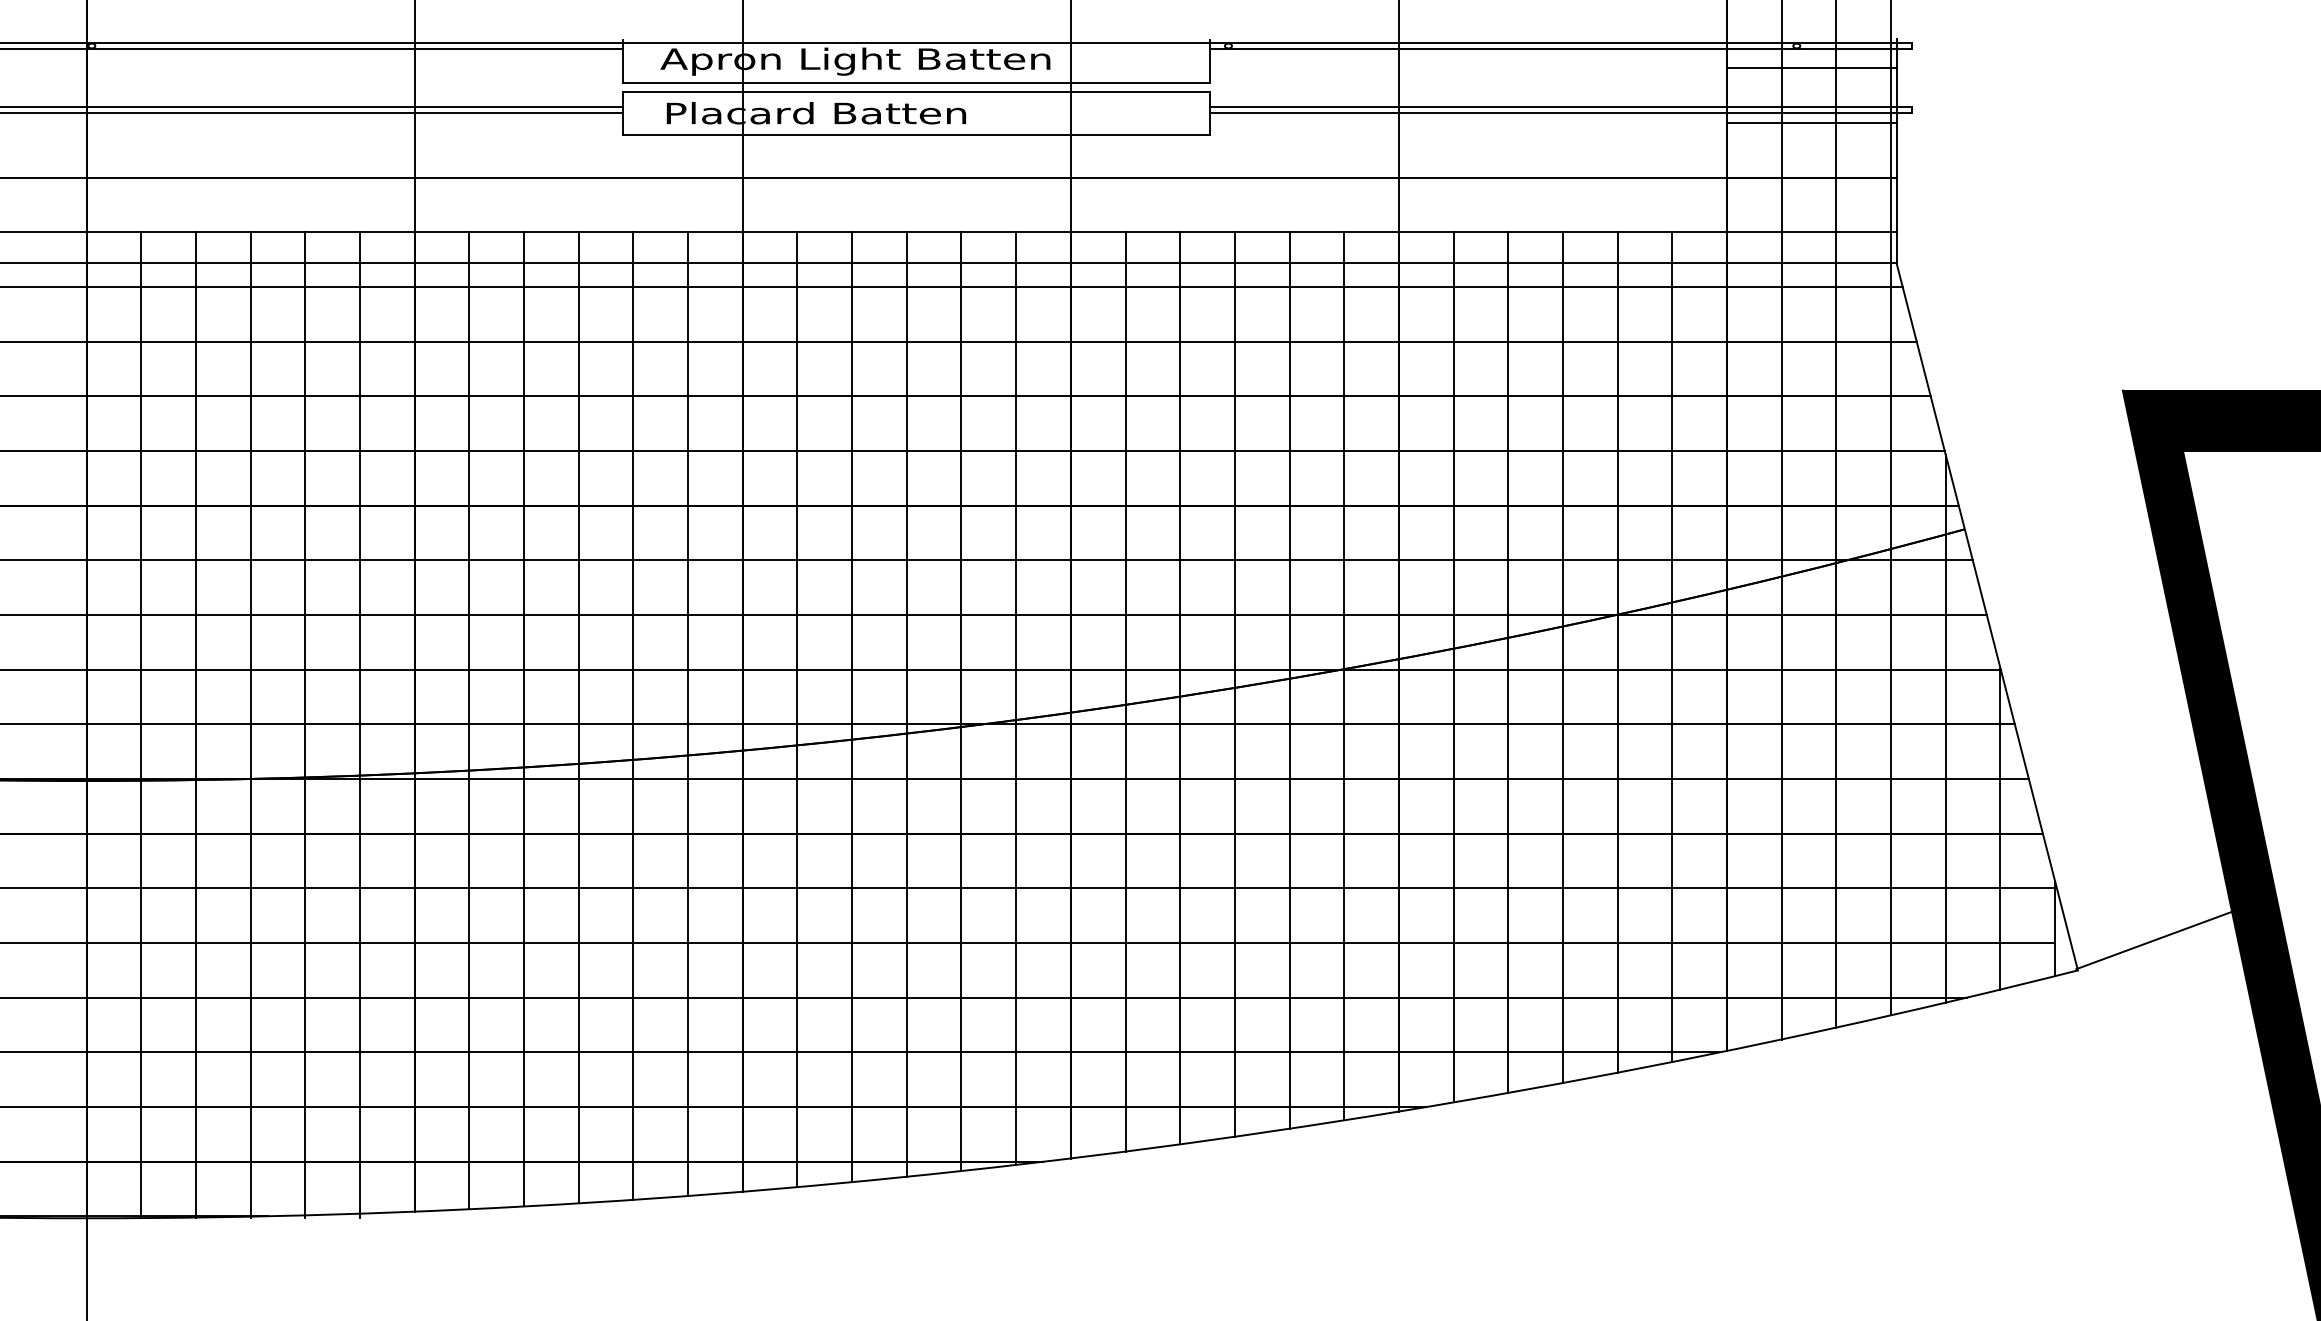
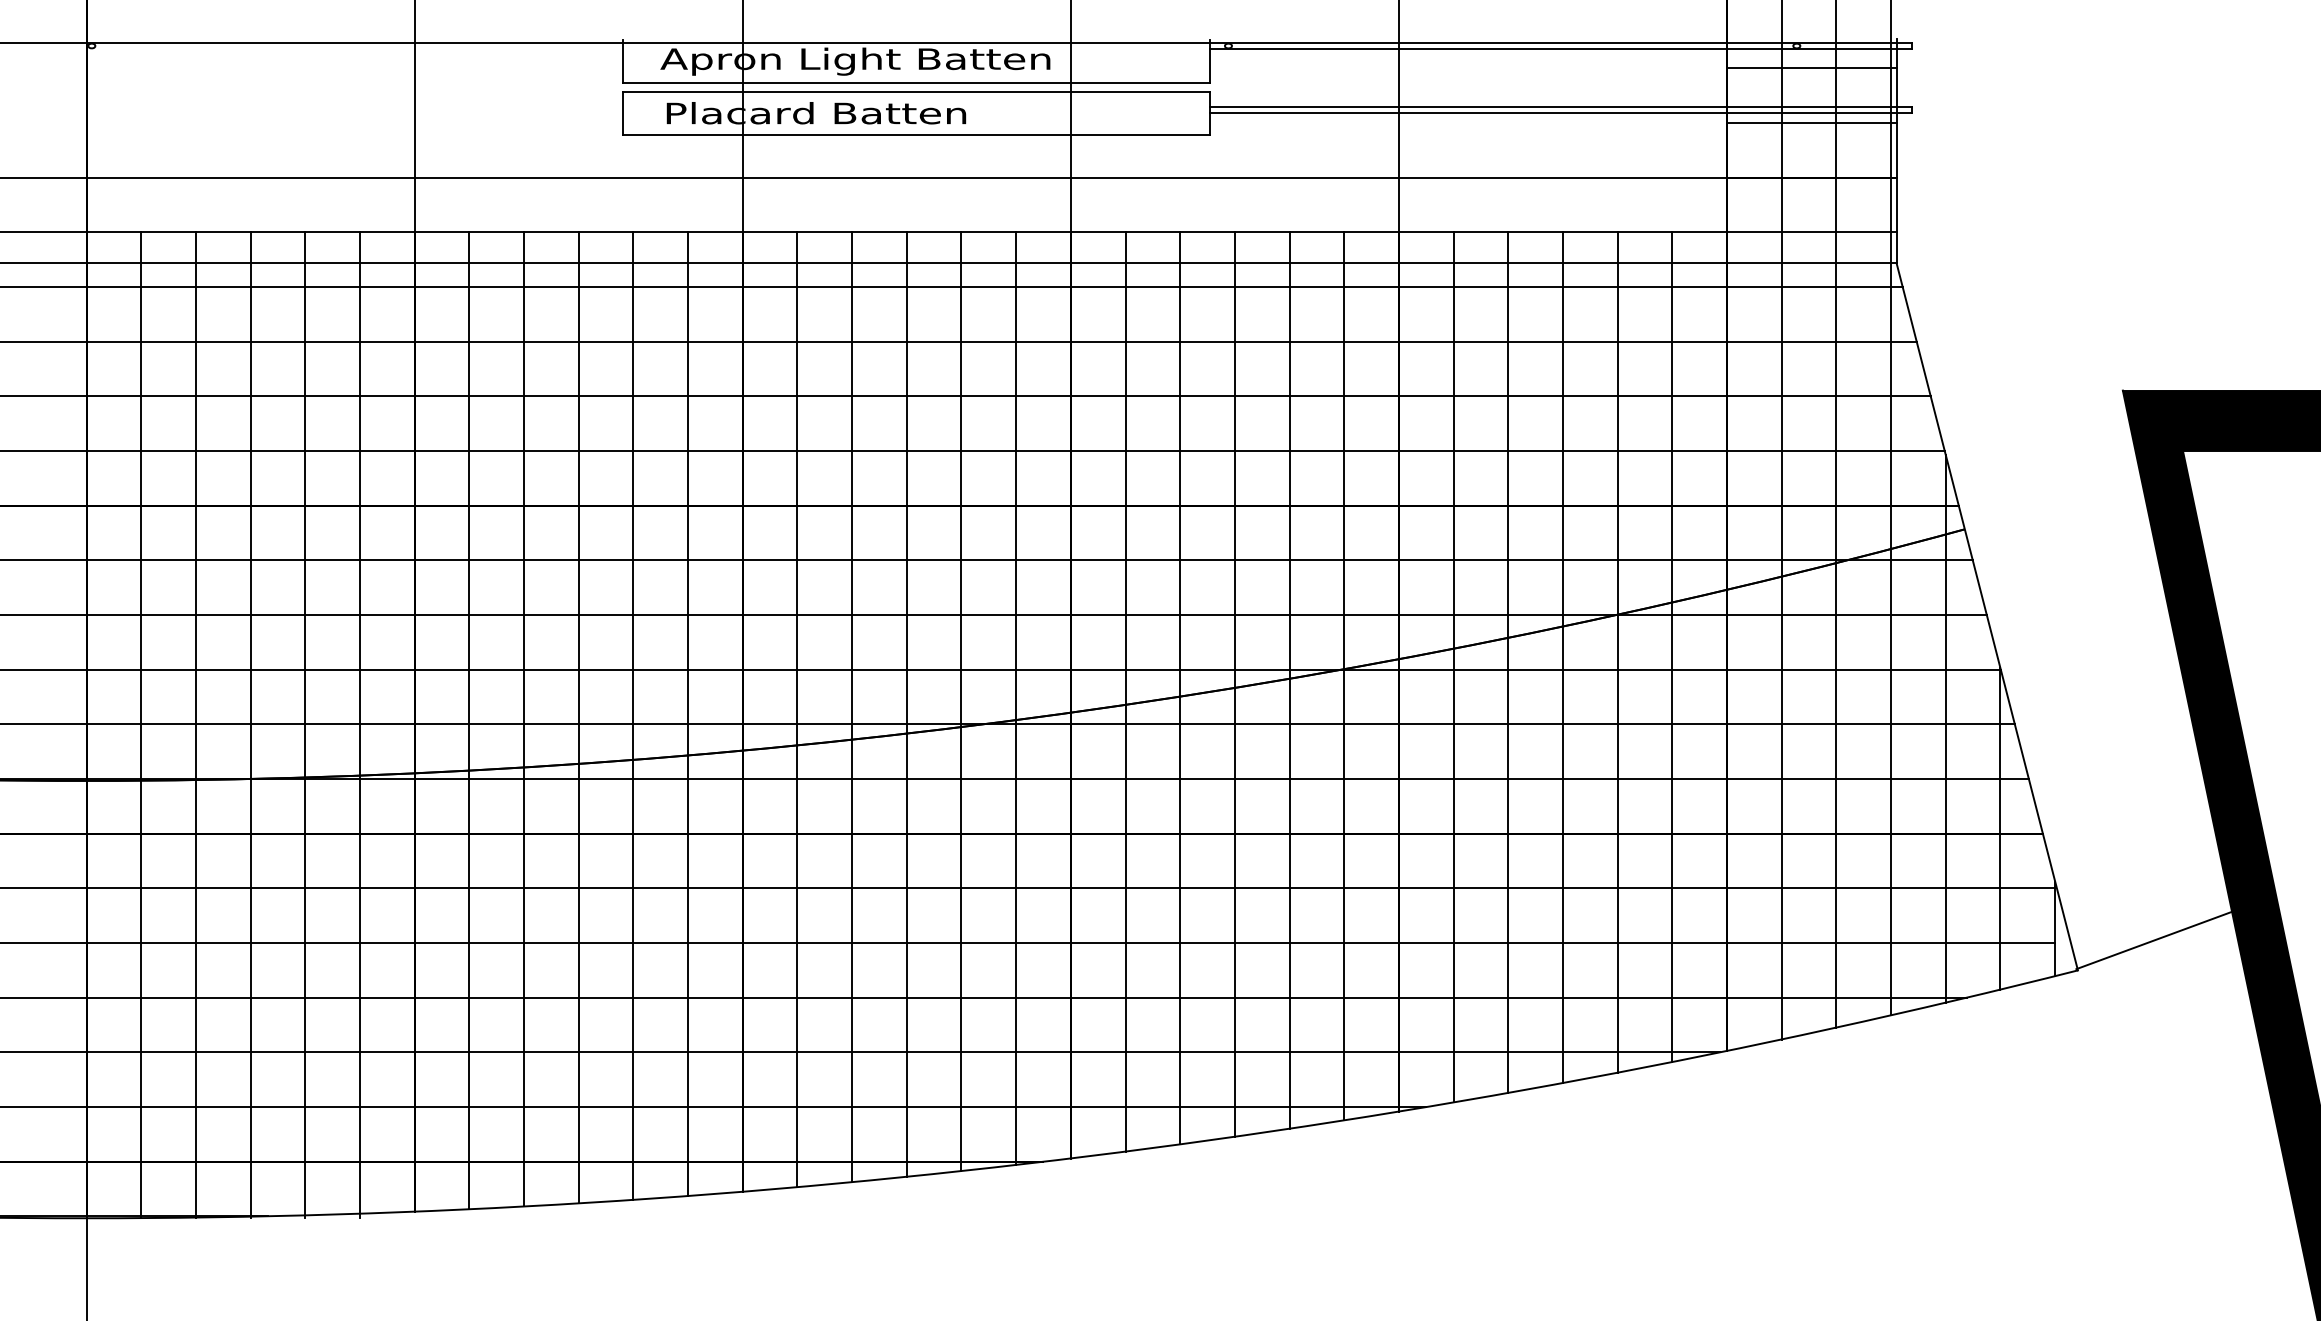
line at (312, 49): present -> none
line at (312, 107): present -> none
line at (312, 113): present -> none
